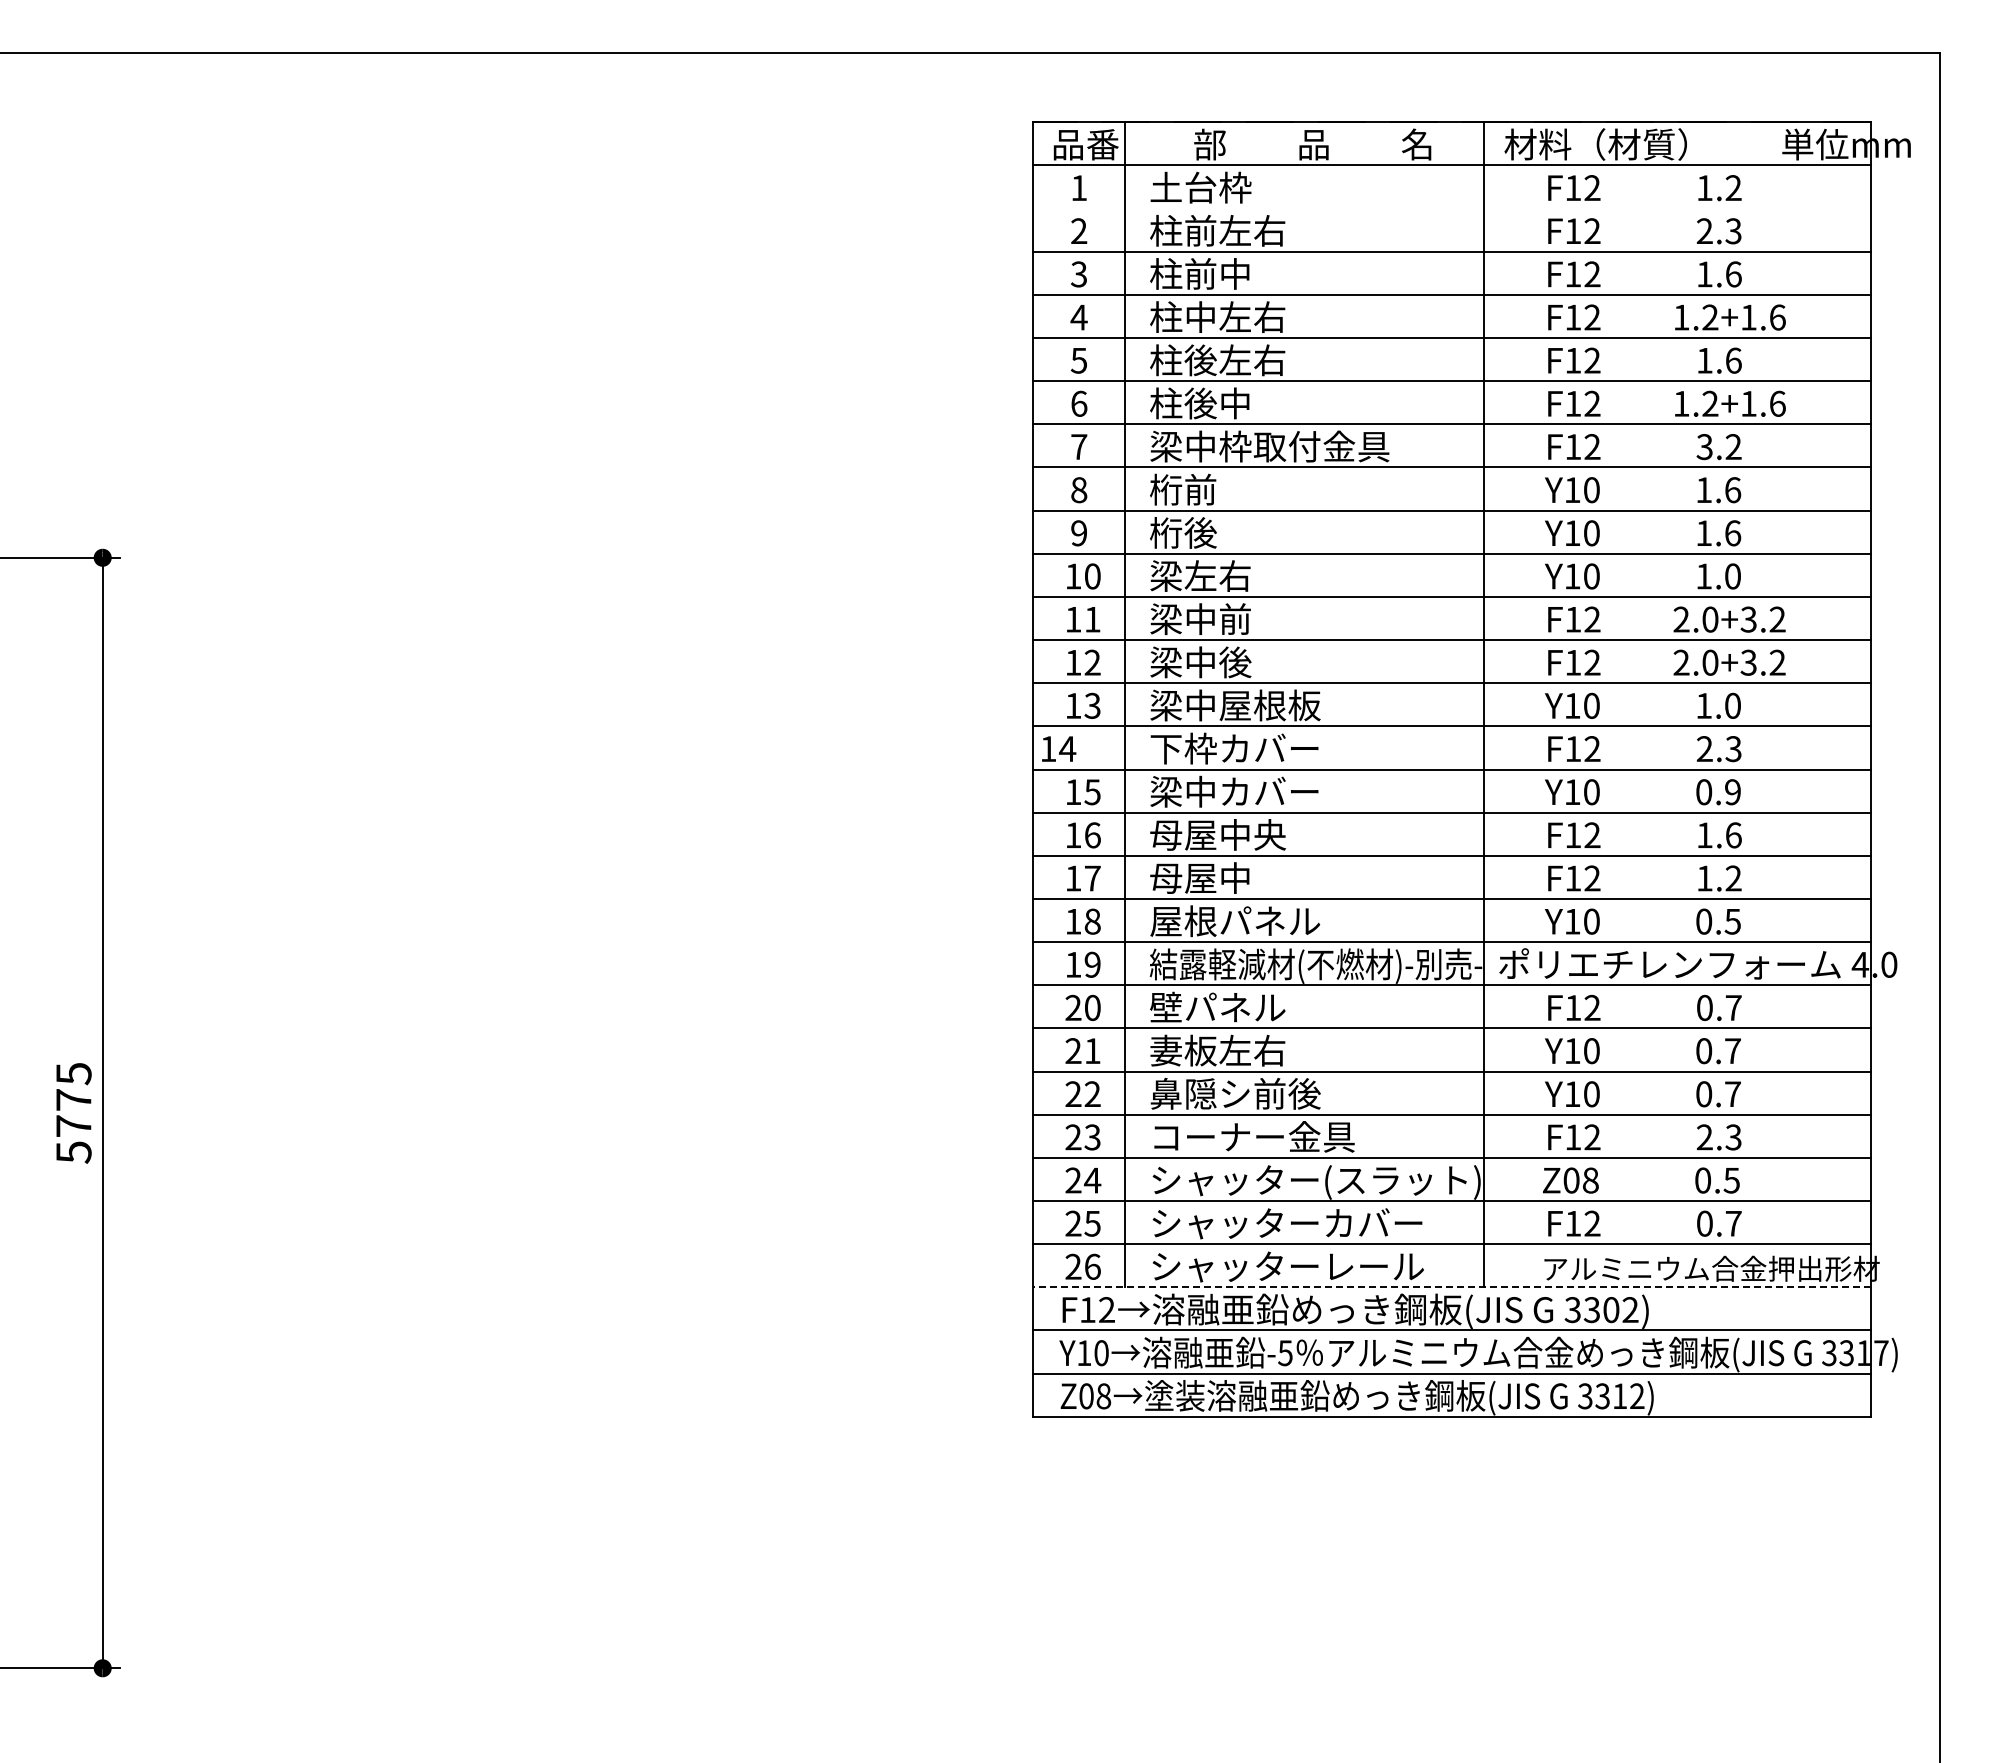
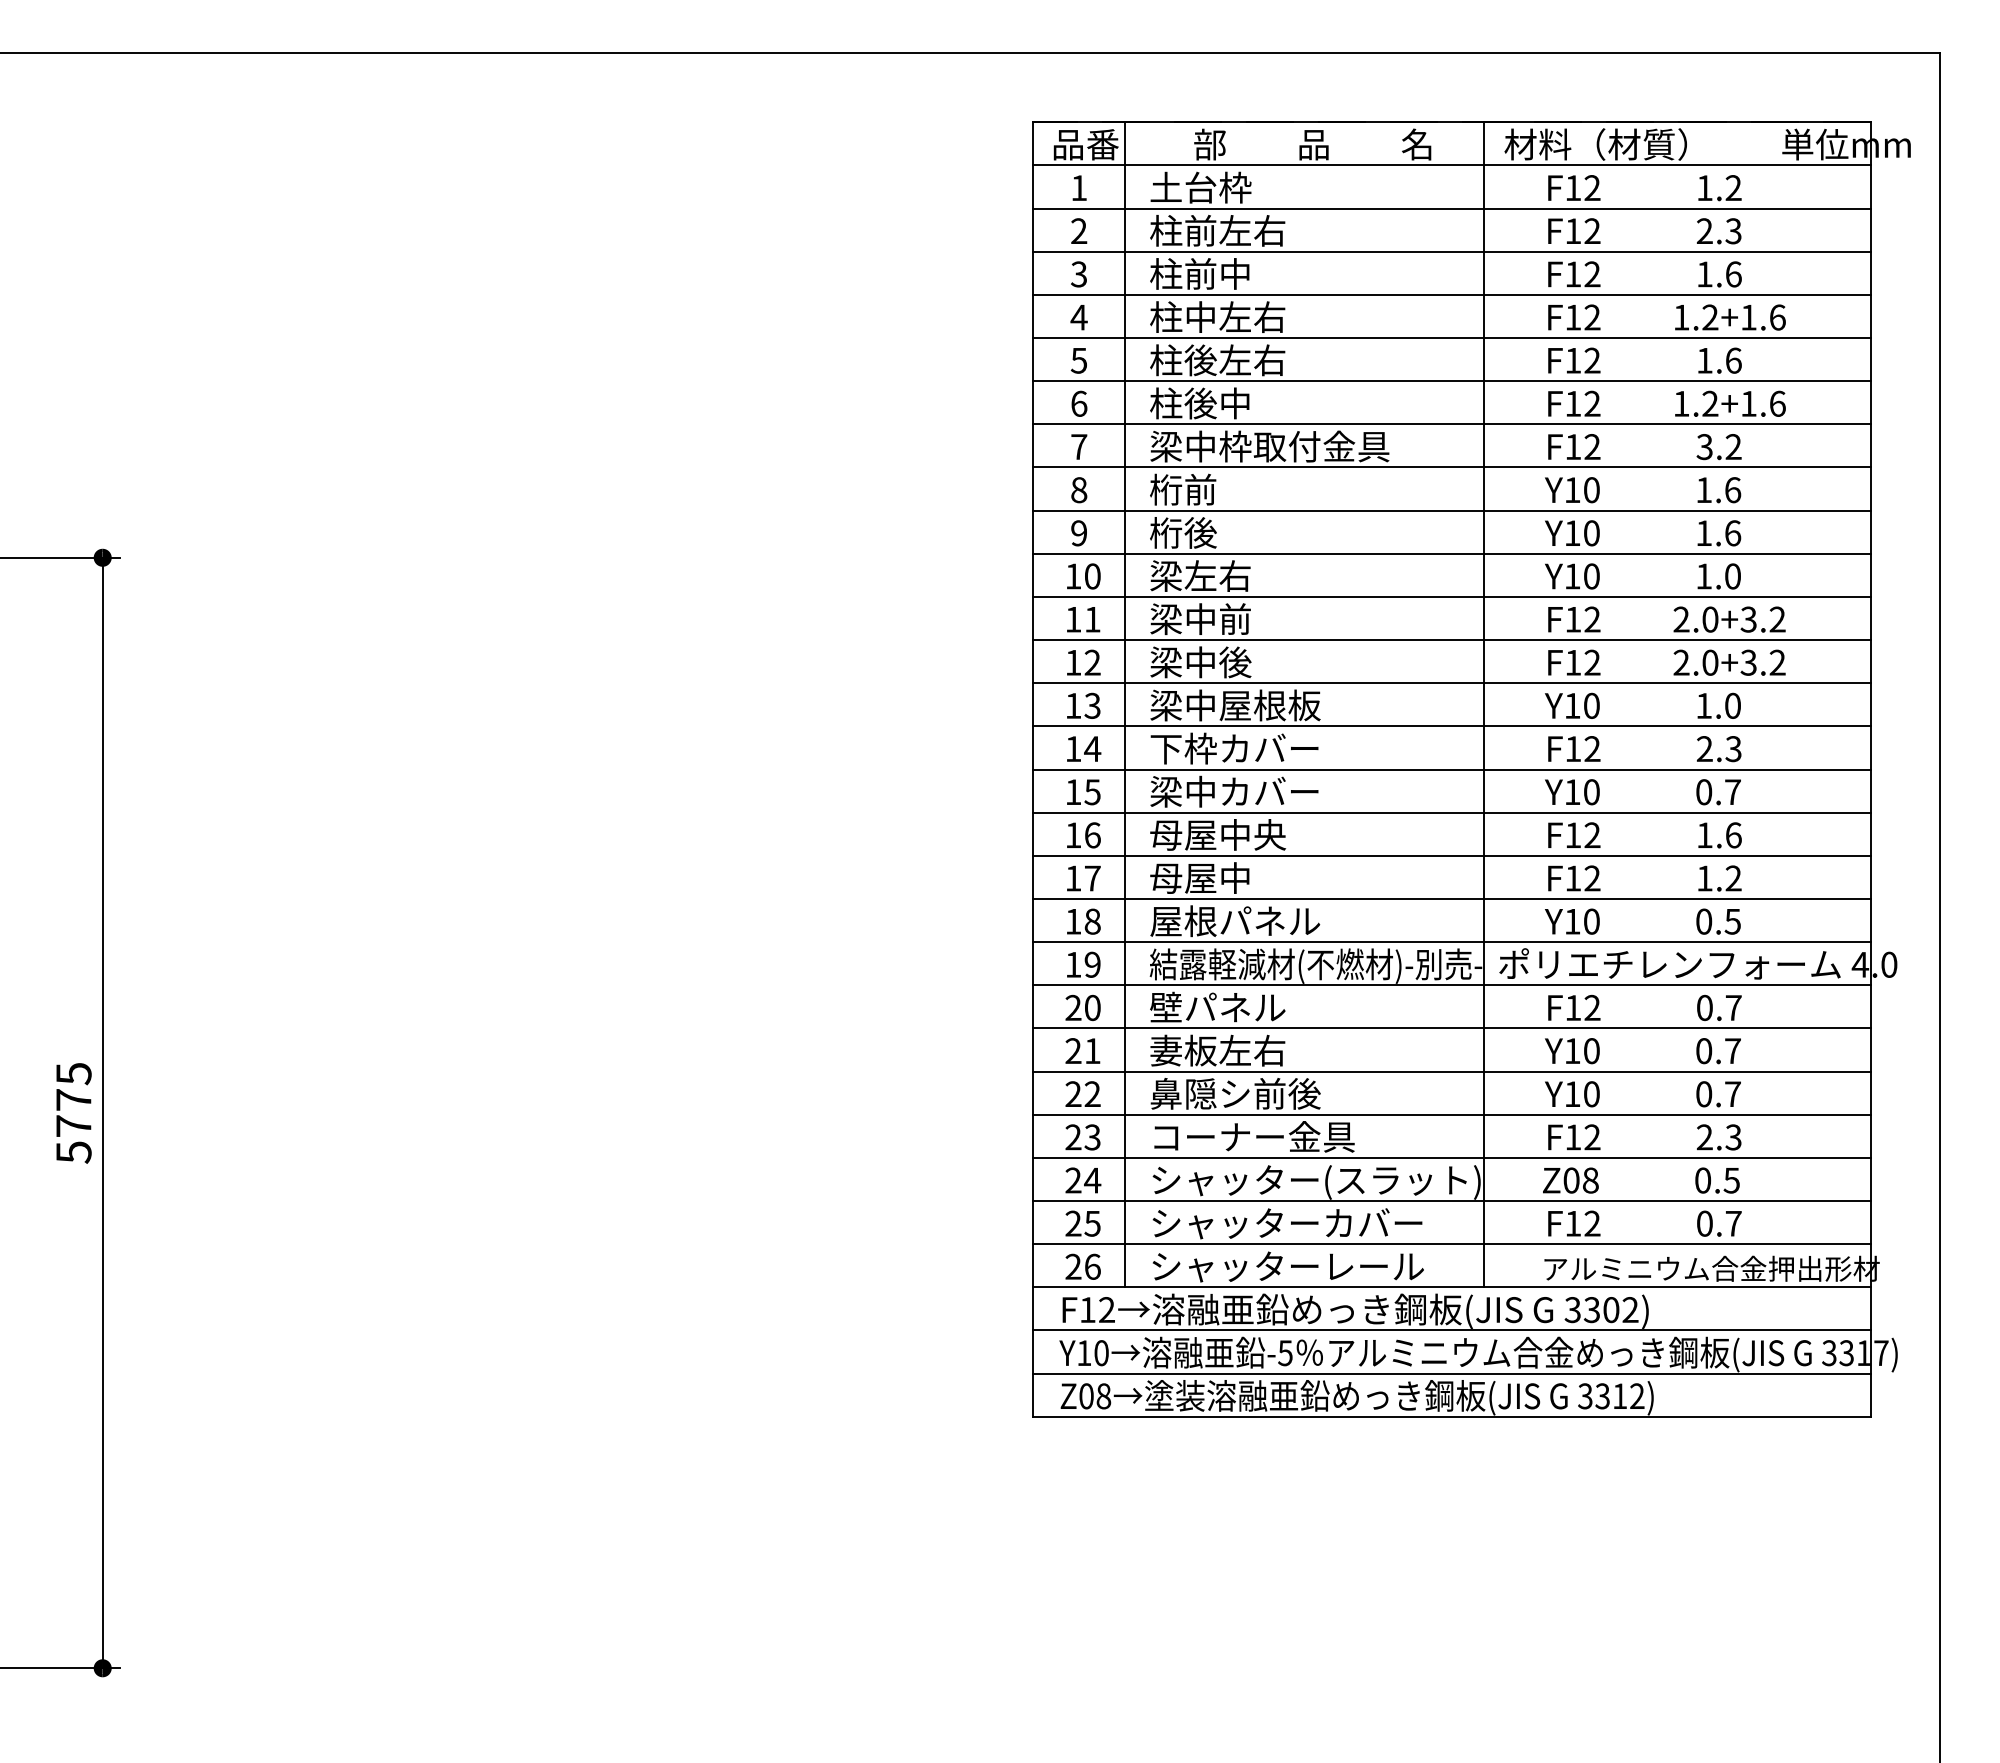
line at (1451, 208): none -> present
text at (1059, 748) position: (1059, 748) -> (1084, 748)
text at (1732, 792): 0.9 -> 0.7
line at (1451, 1287): dashed -> solid
